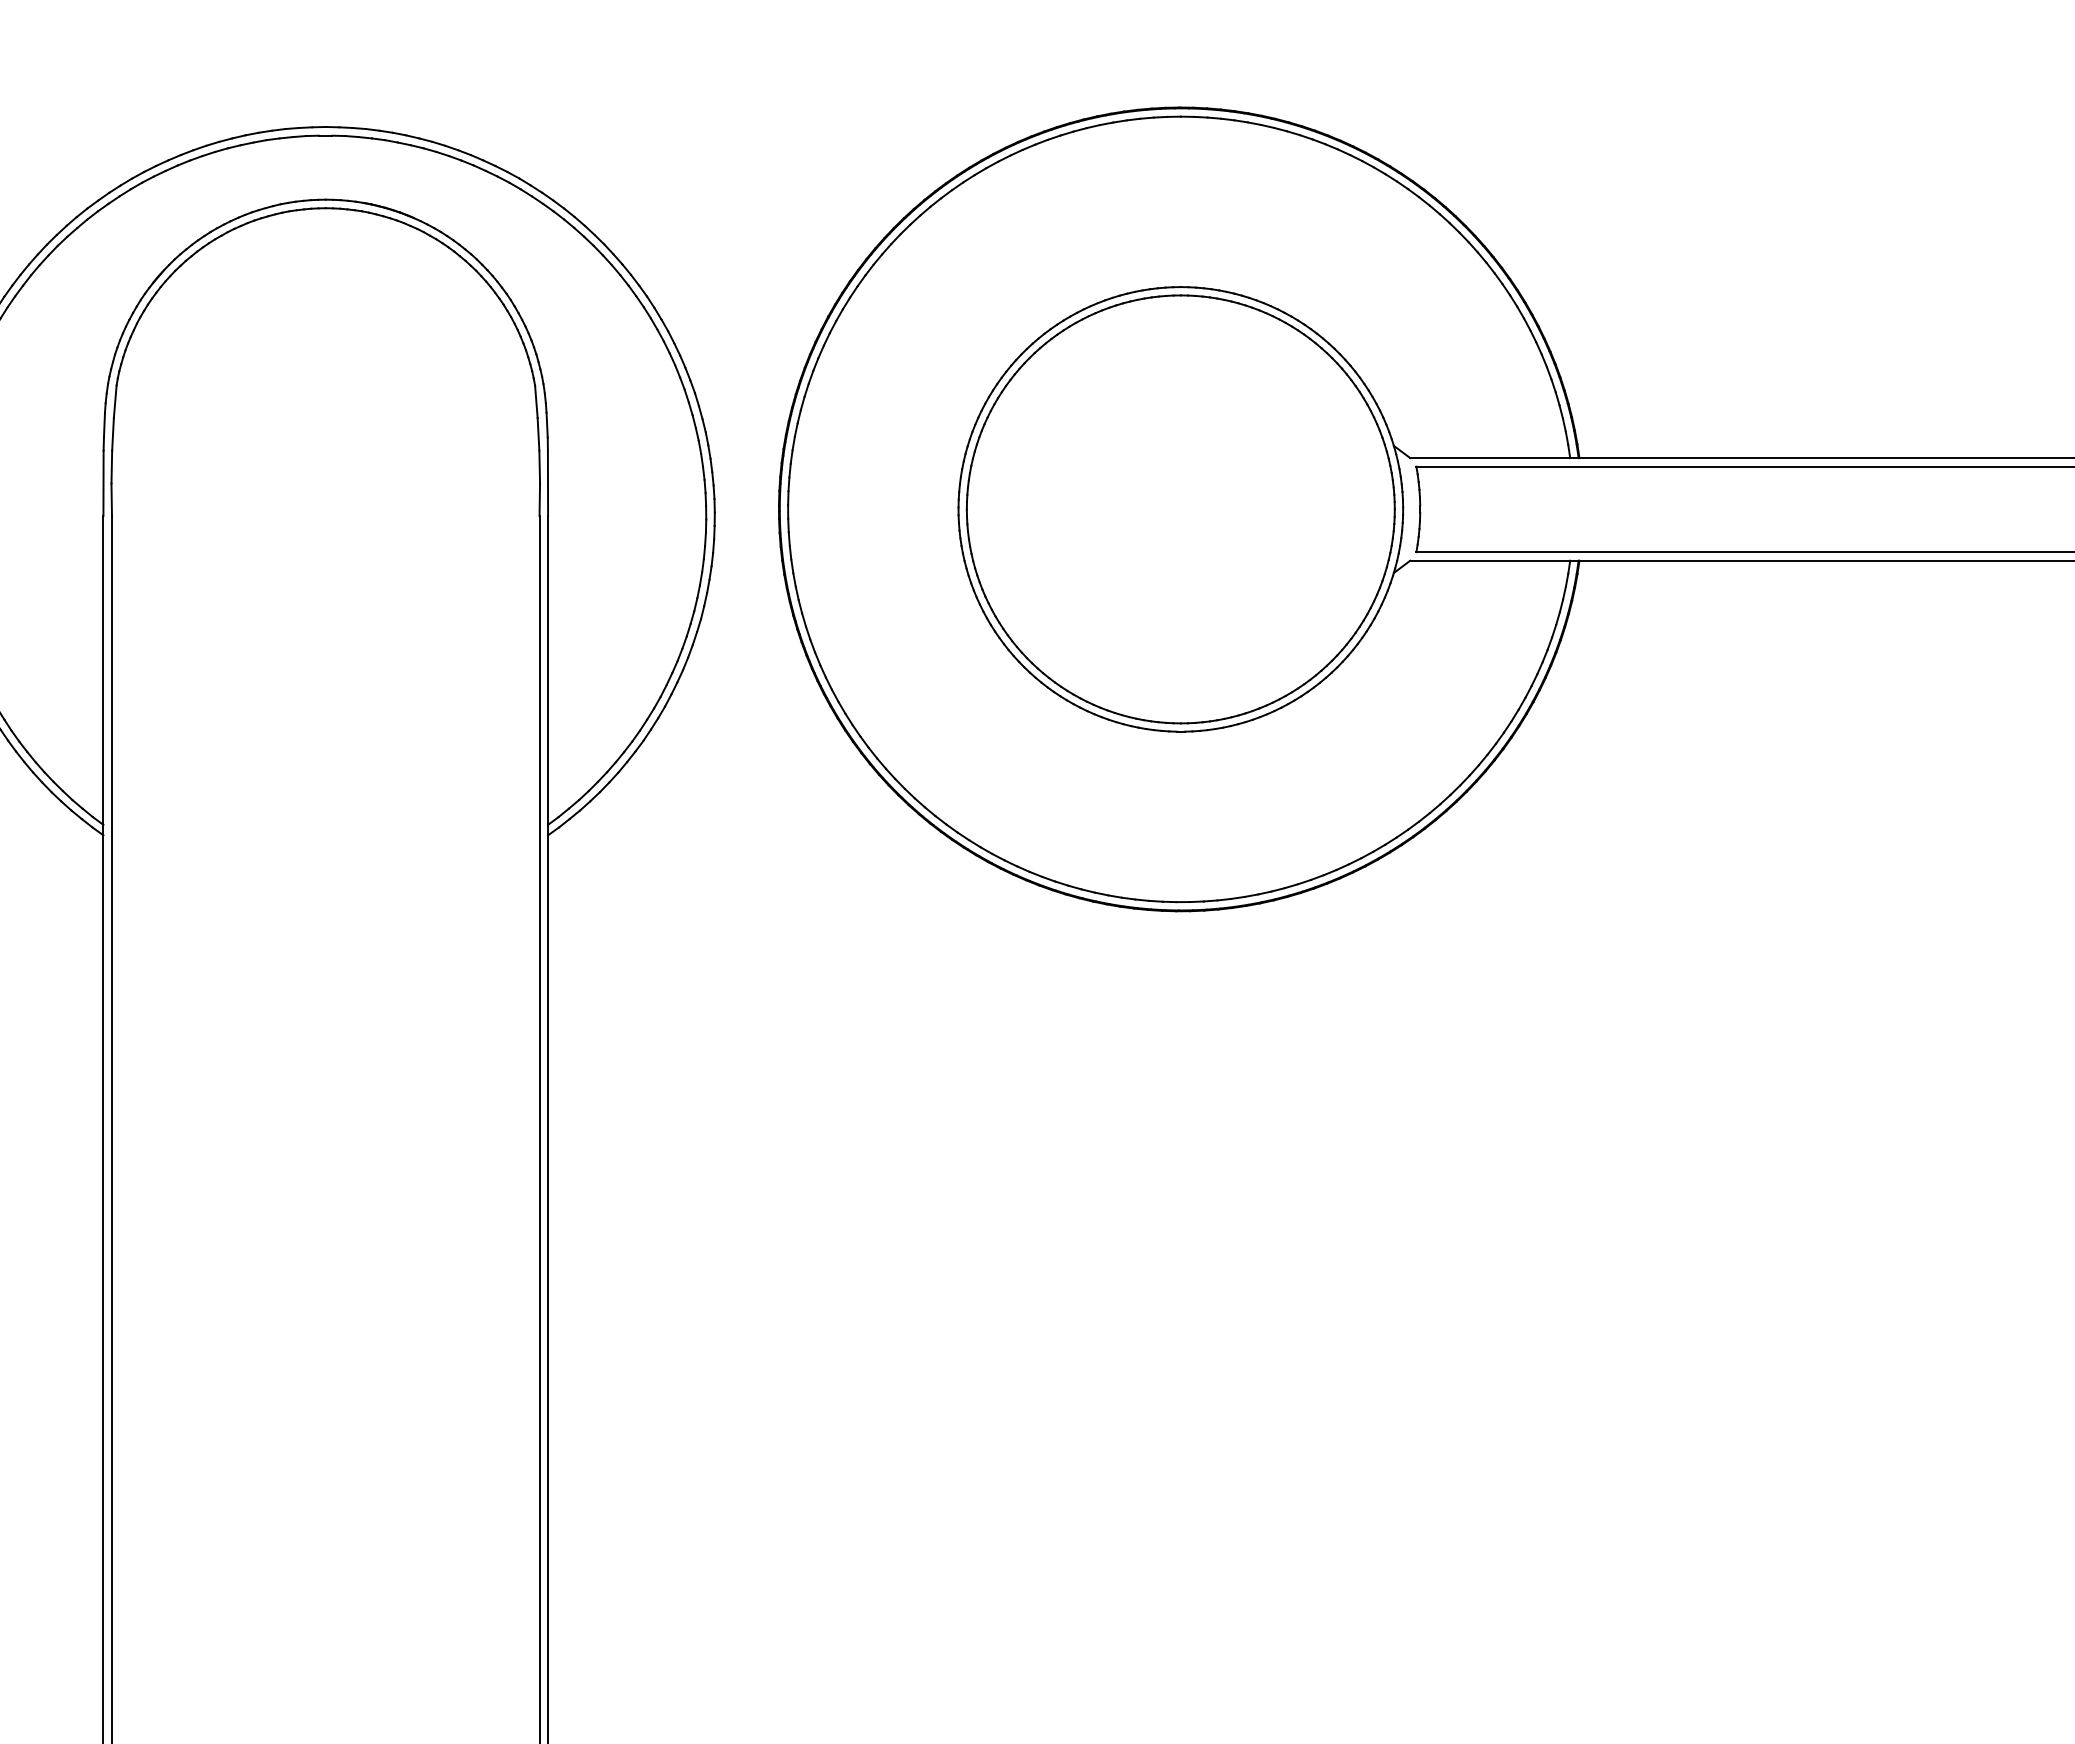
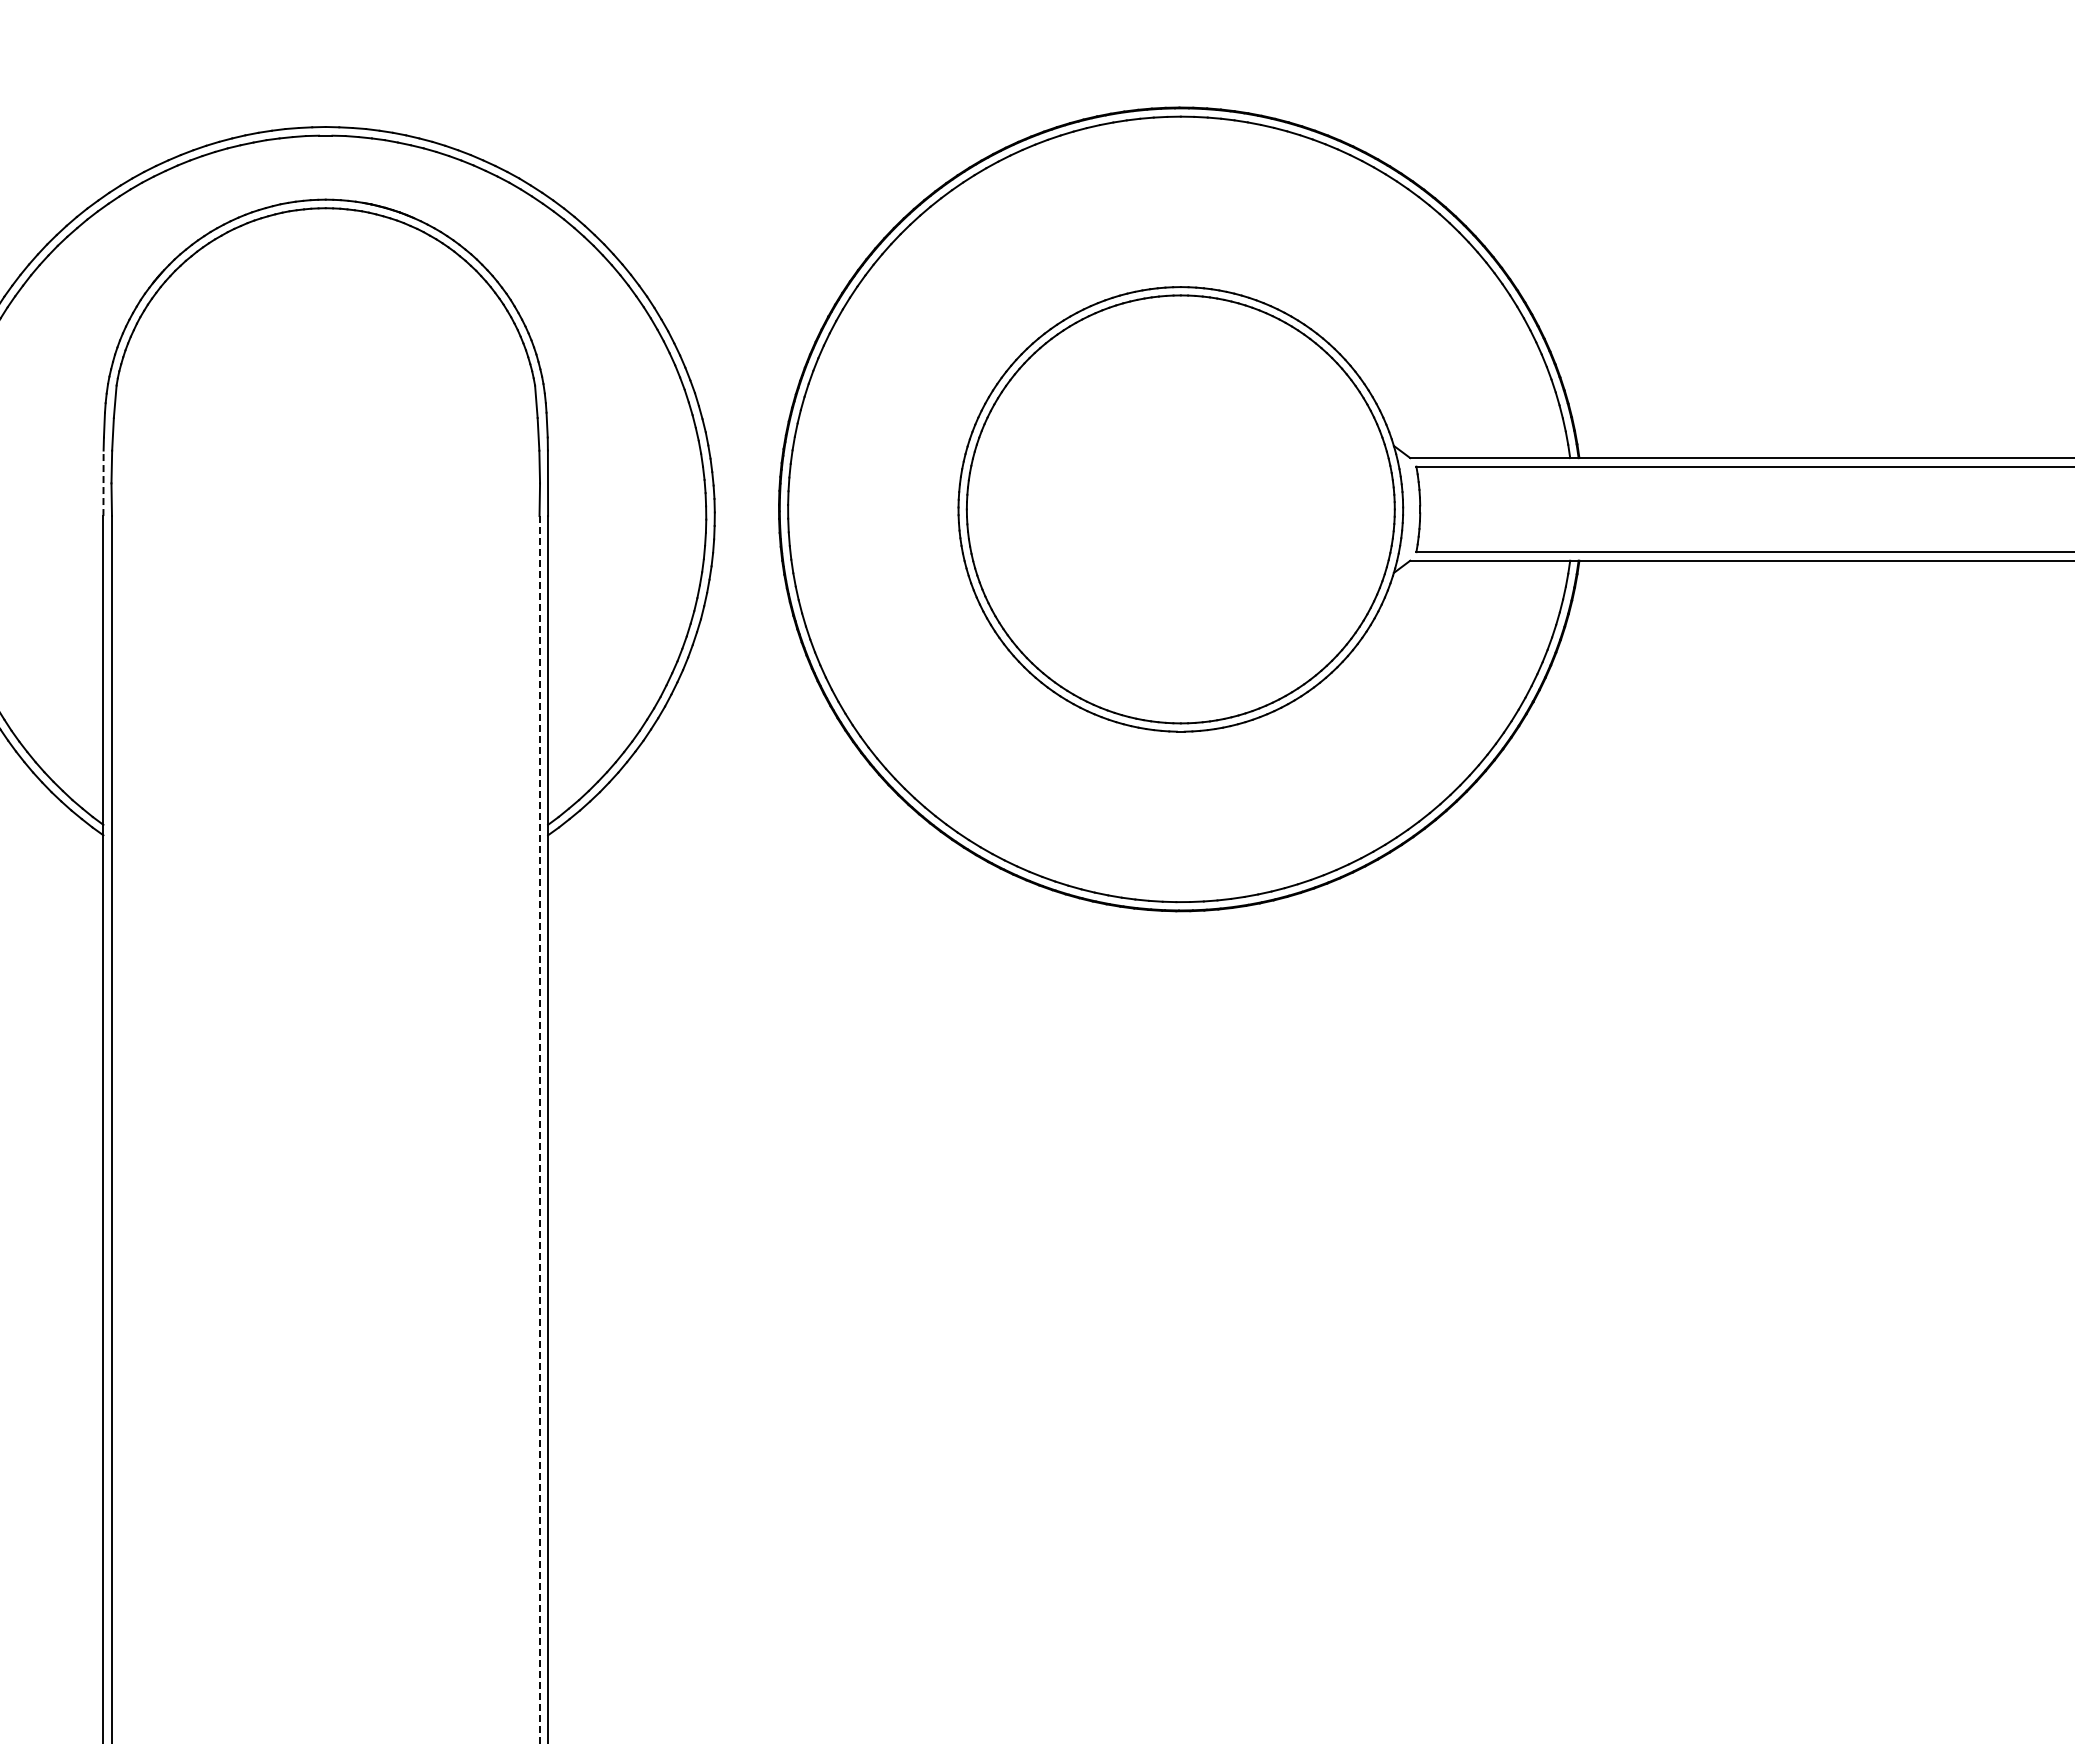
line at (103, 483): solid -> dashed
line at (539, 1129): solid -> dashed
